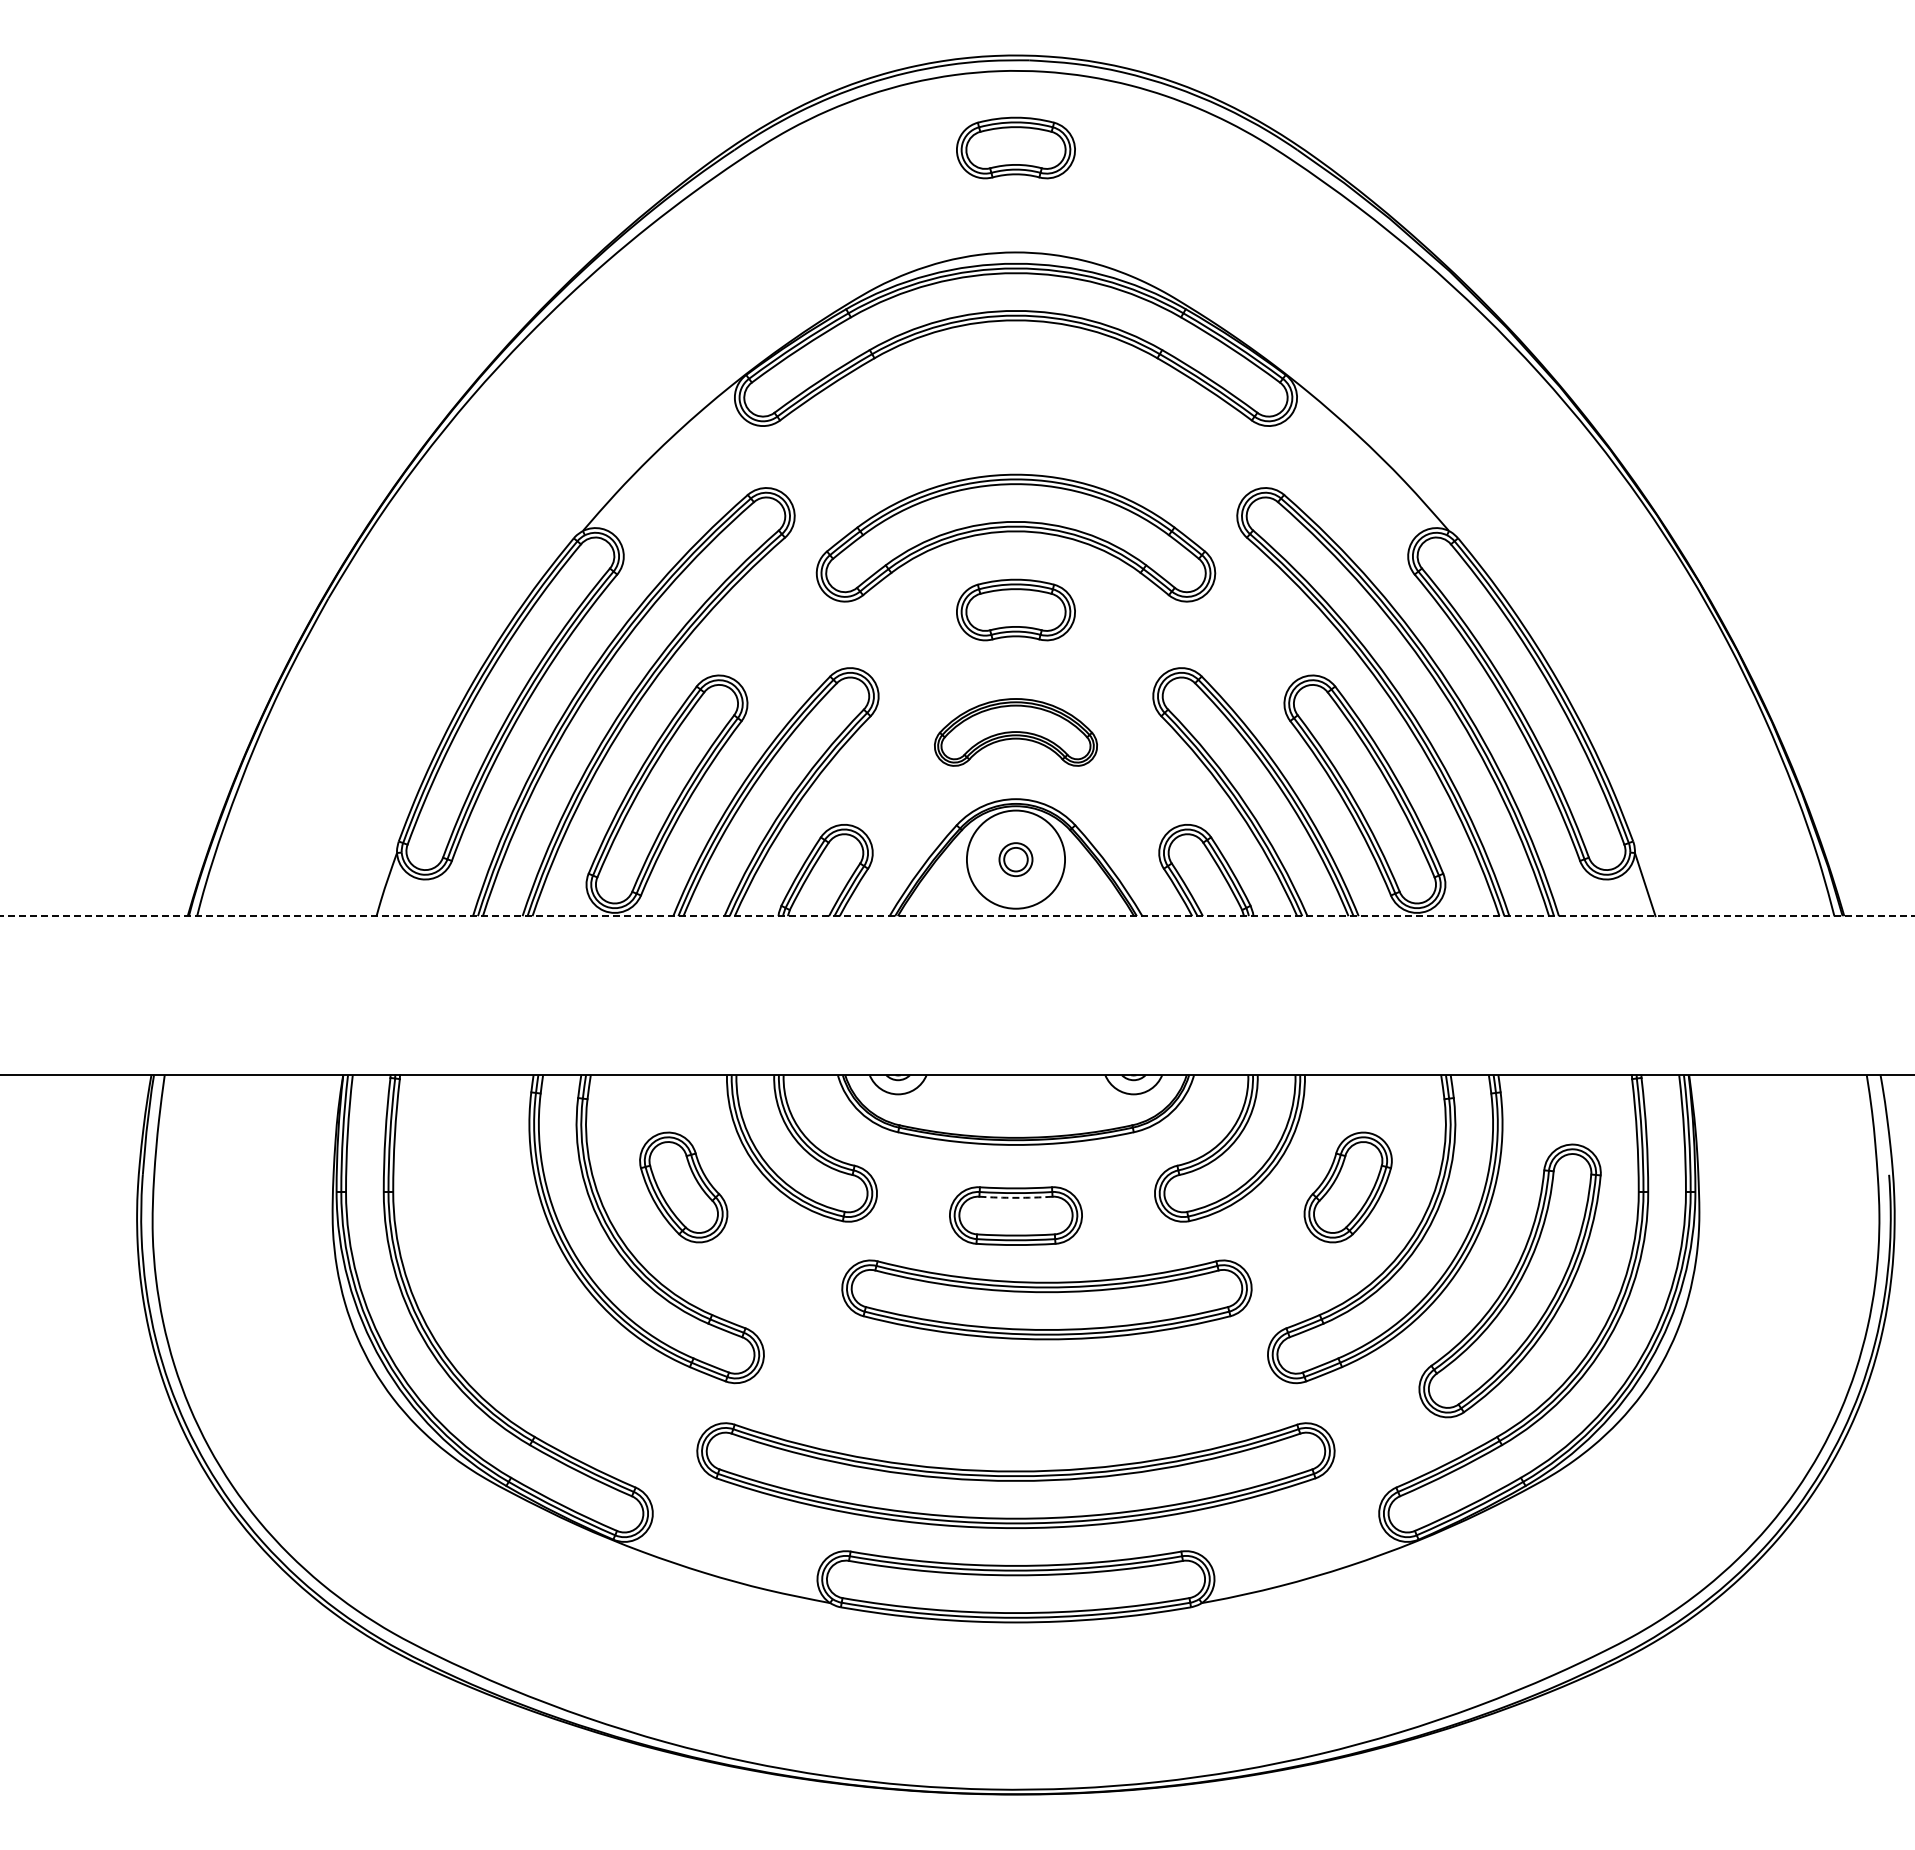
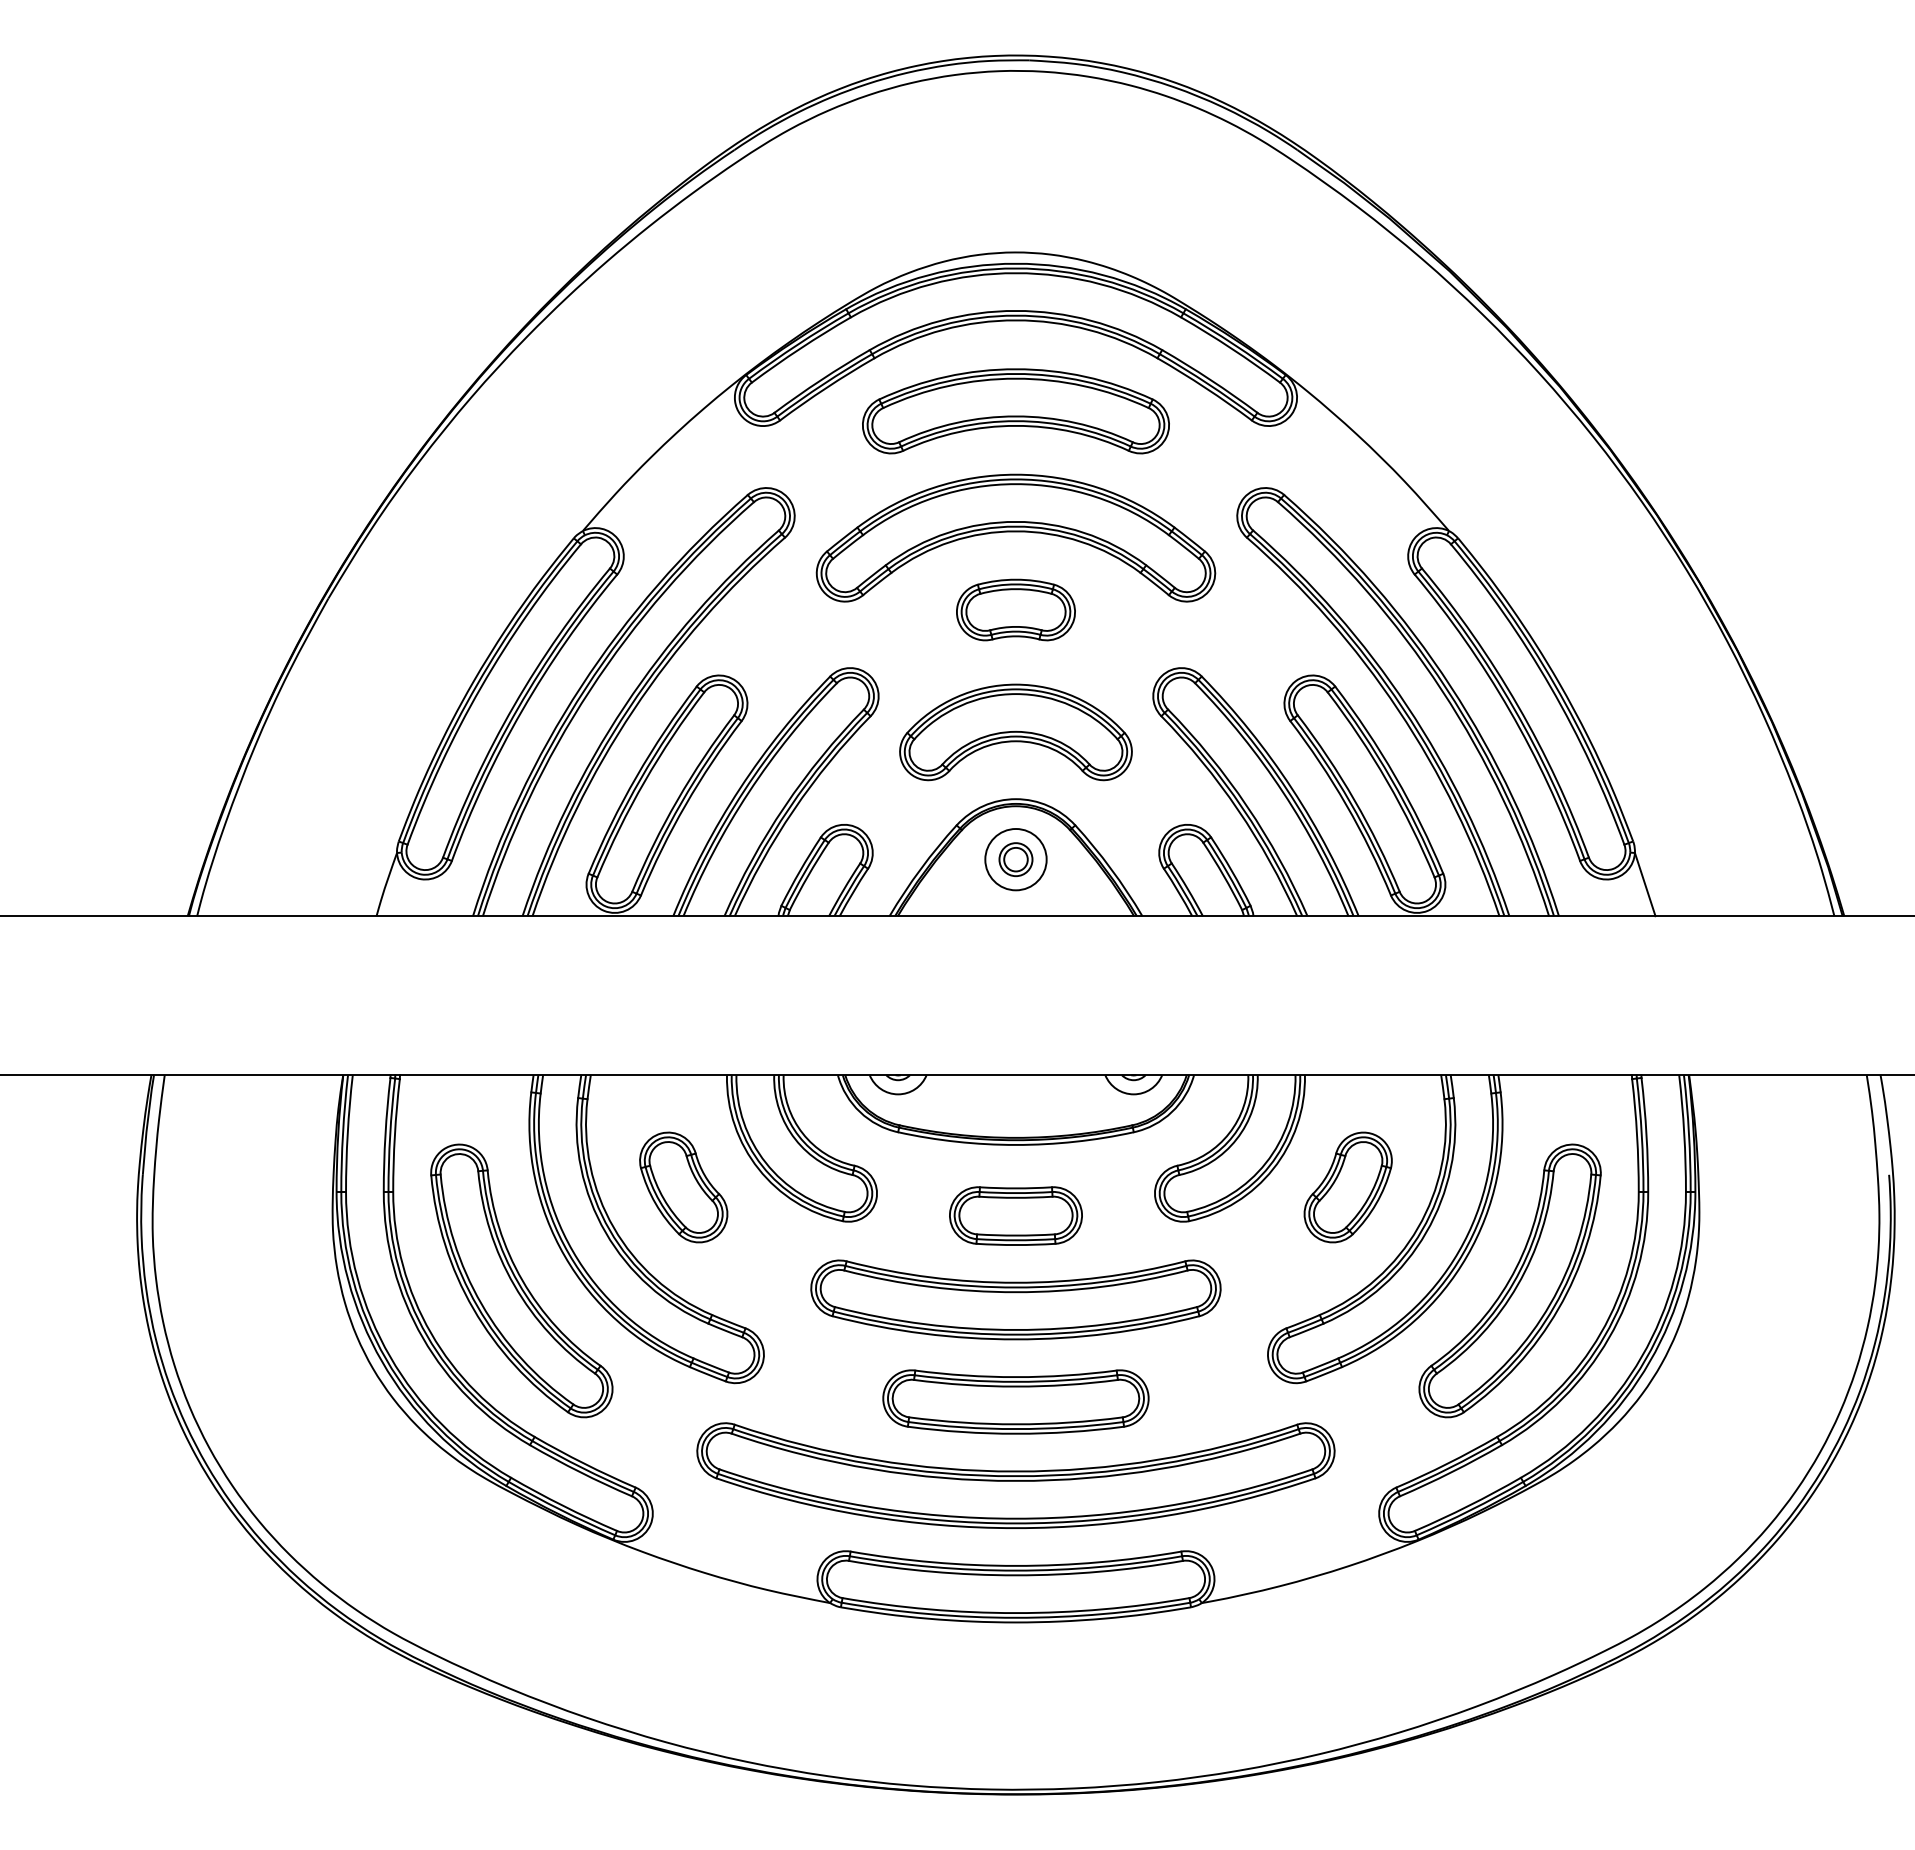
part at (1015, 147): present -> none
part at (1015, 411): none -> present
part at (1015, 732) size: 164x69 px -> 234x99 px
circle at (1015, 859) diameter: 98 px -> 61 px
line at (957, 916): dashed -> solid
arc at (1016, 1197): dashed -> solid
part at (521, 1280): none -> present
part at (1046, 1299) position: (1046, 1299) -> (1015, 1299)
part at (1015, 1401): none -> present
